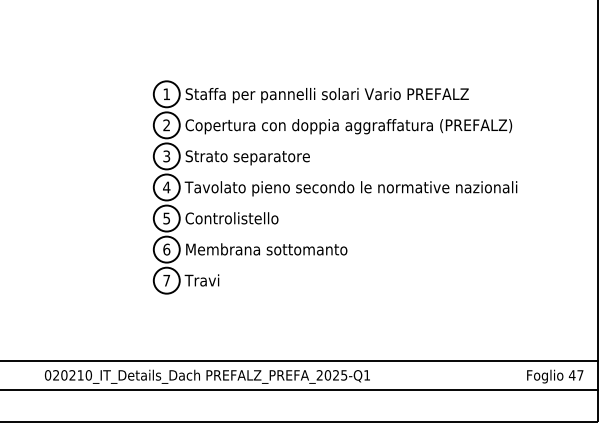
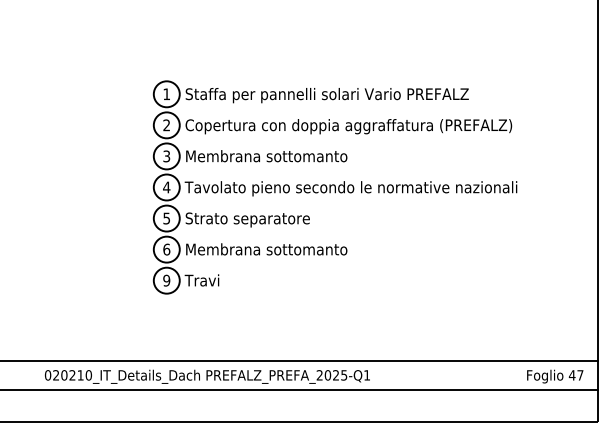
text at (266, 157): Strato separatore -> Membrana sottomanto
text at (247, 219): Controlistello -> Strato separatore
text at (166, 280): 7 -> 9
